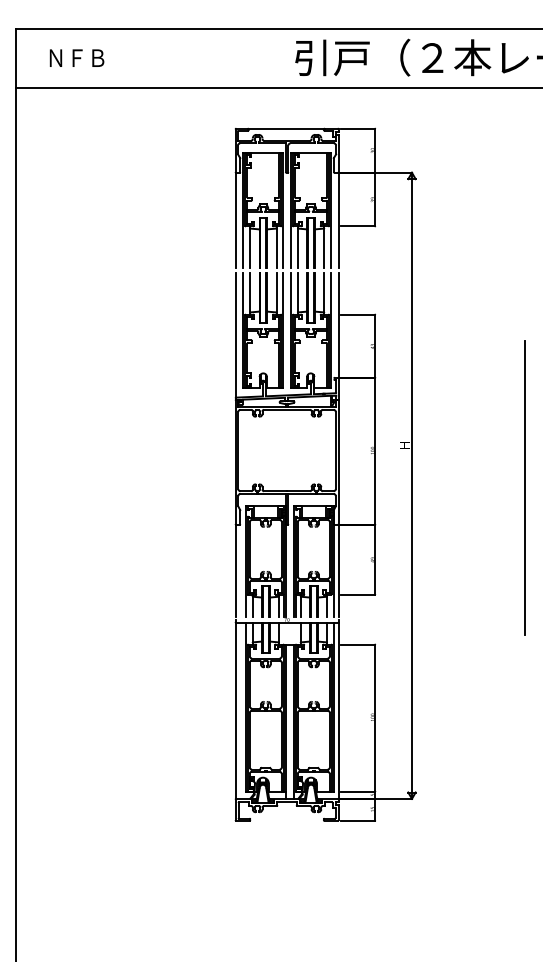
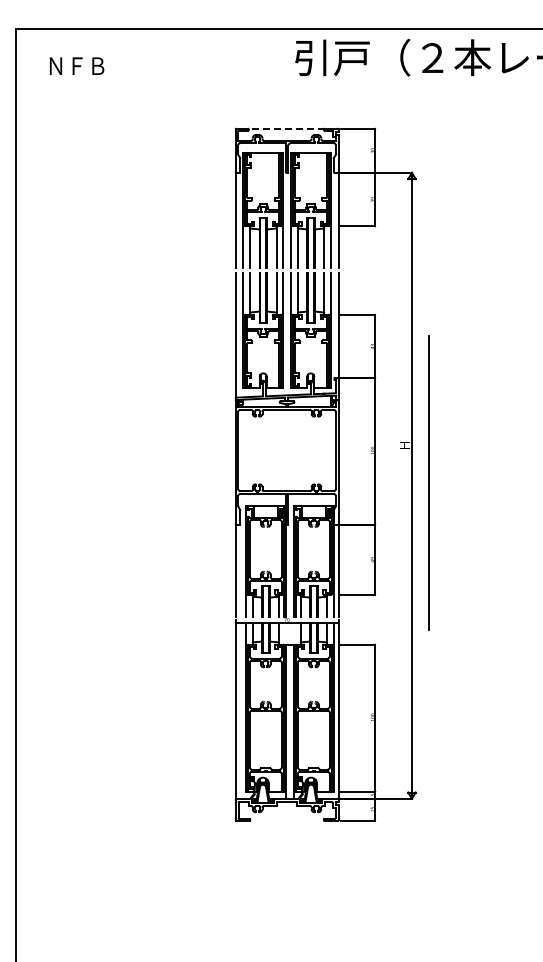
text at (76, 57) position: (76, 57) -> (76, 65)
line at (277, 87): present -> none
line at (286, 128): solid -> dashed
line at (524, 487) position: (524, 487) -> (428, 482)
